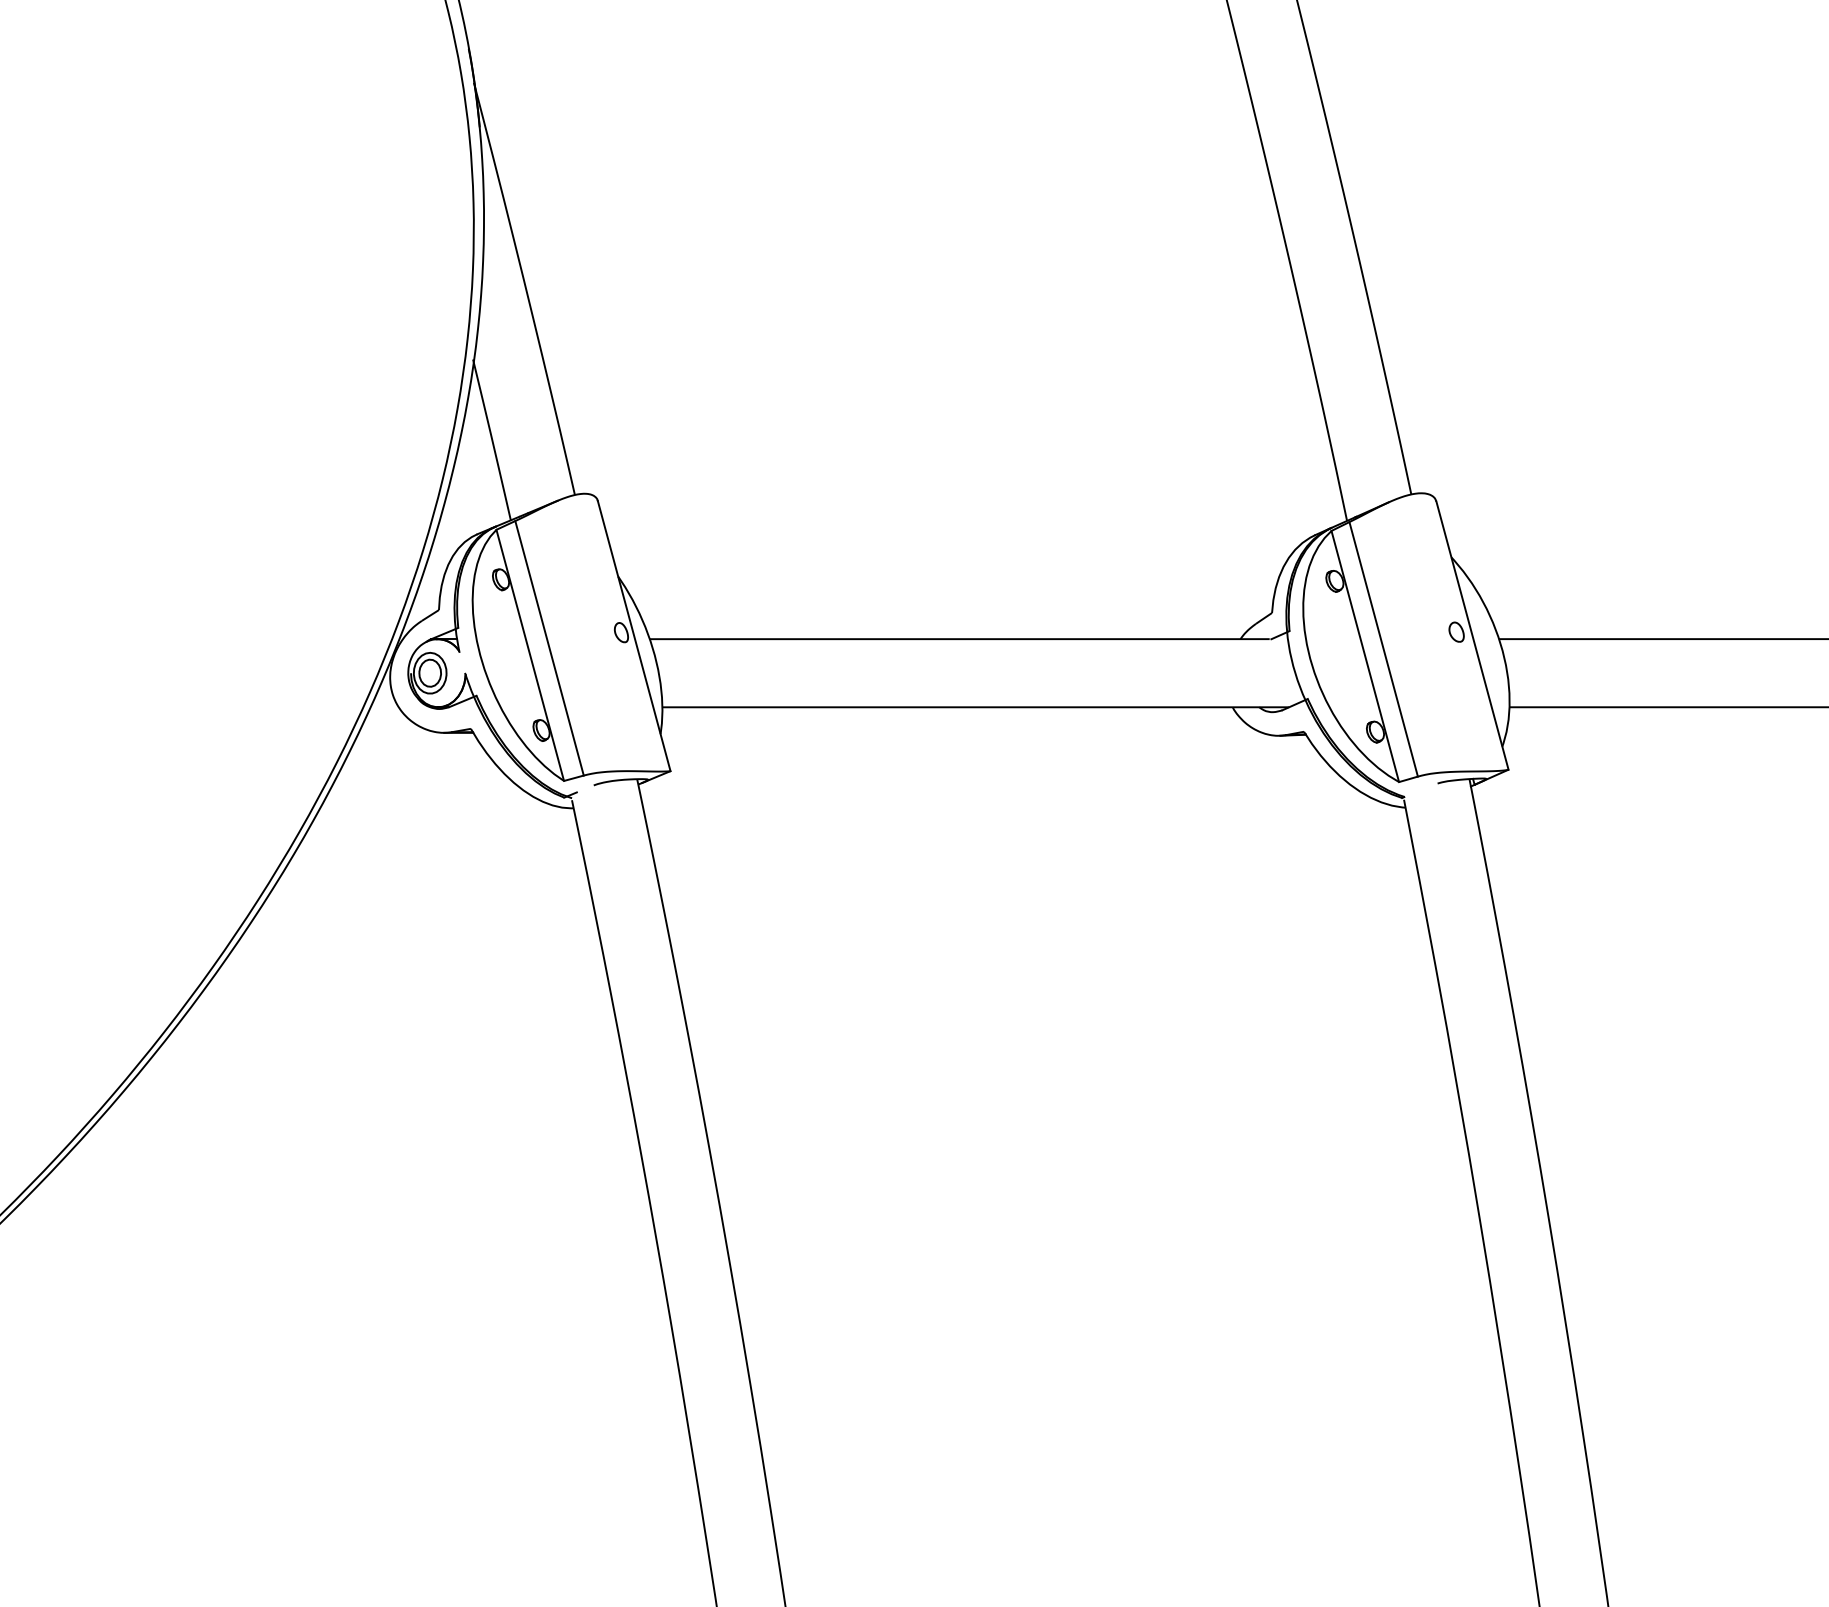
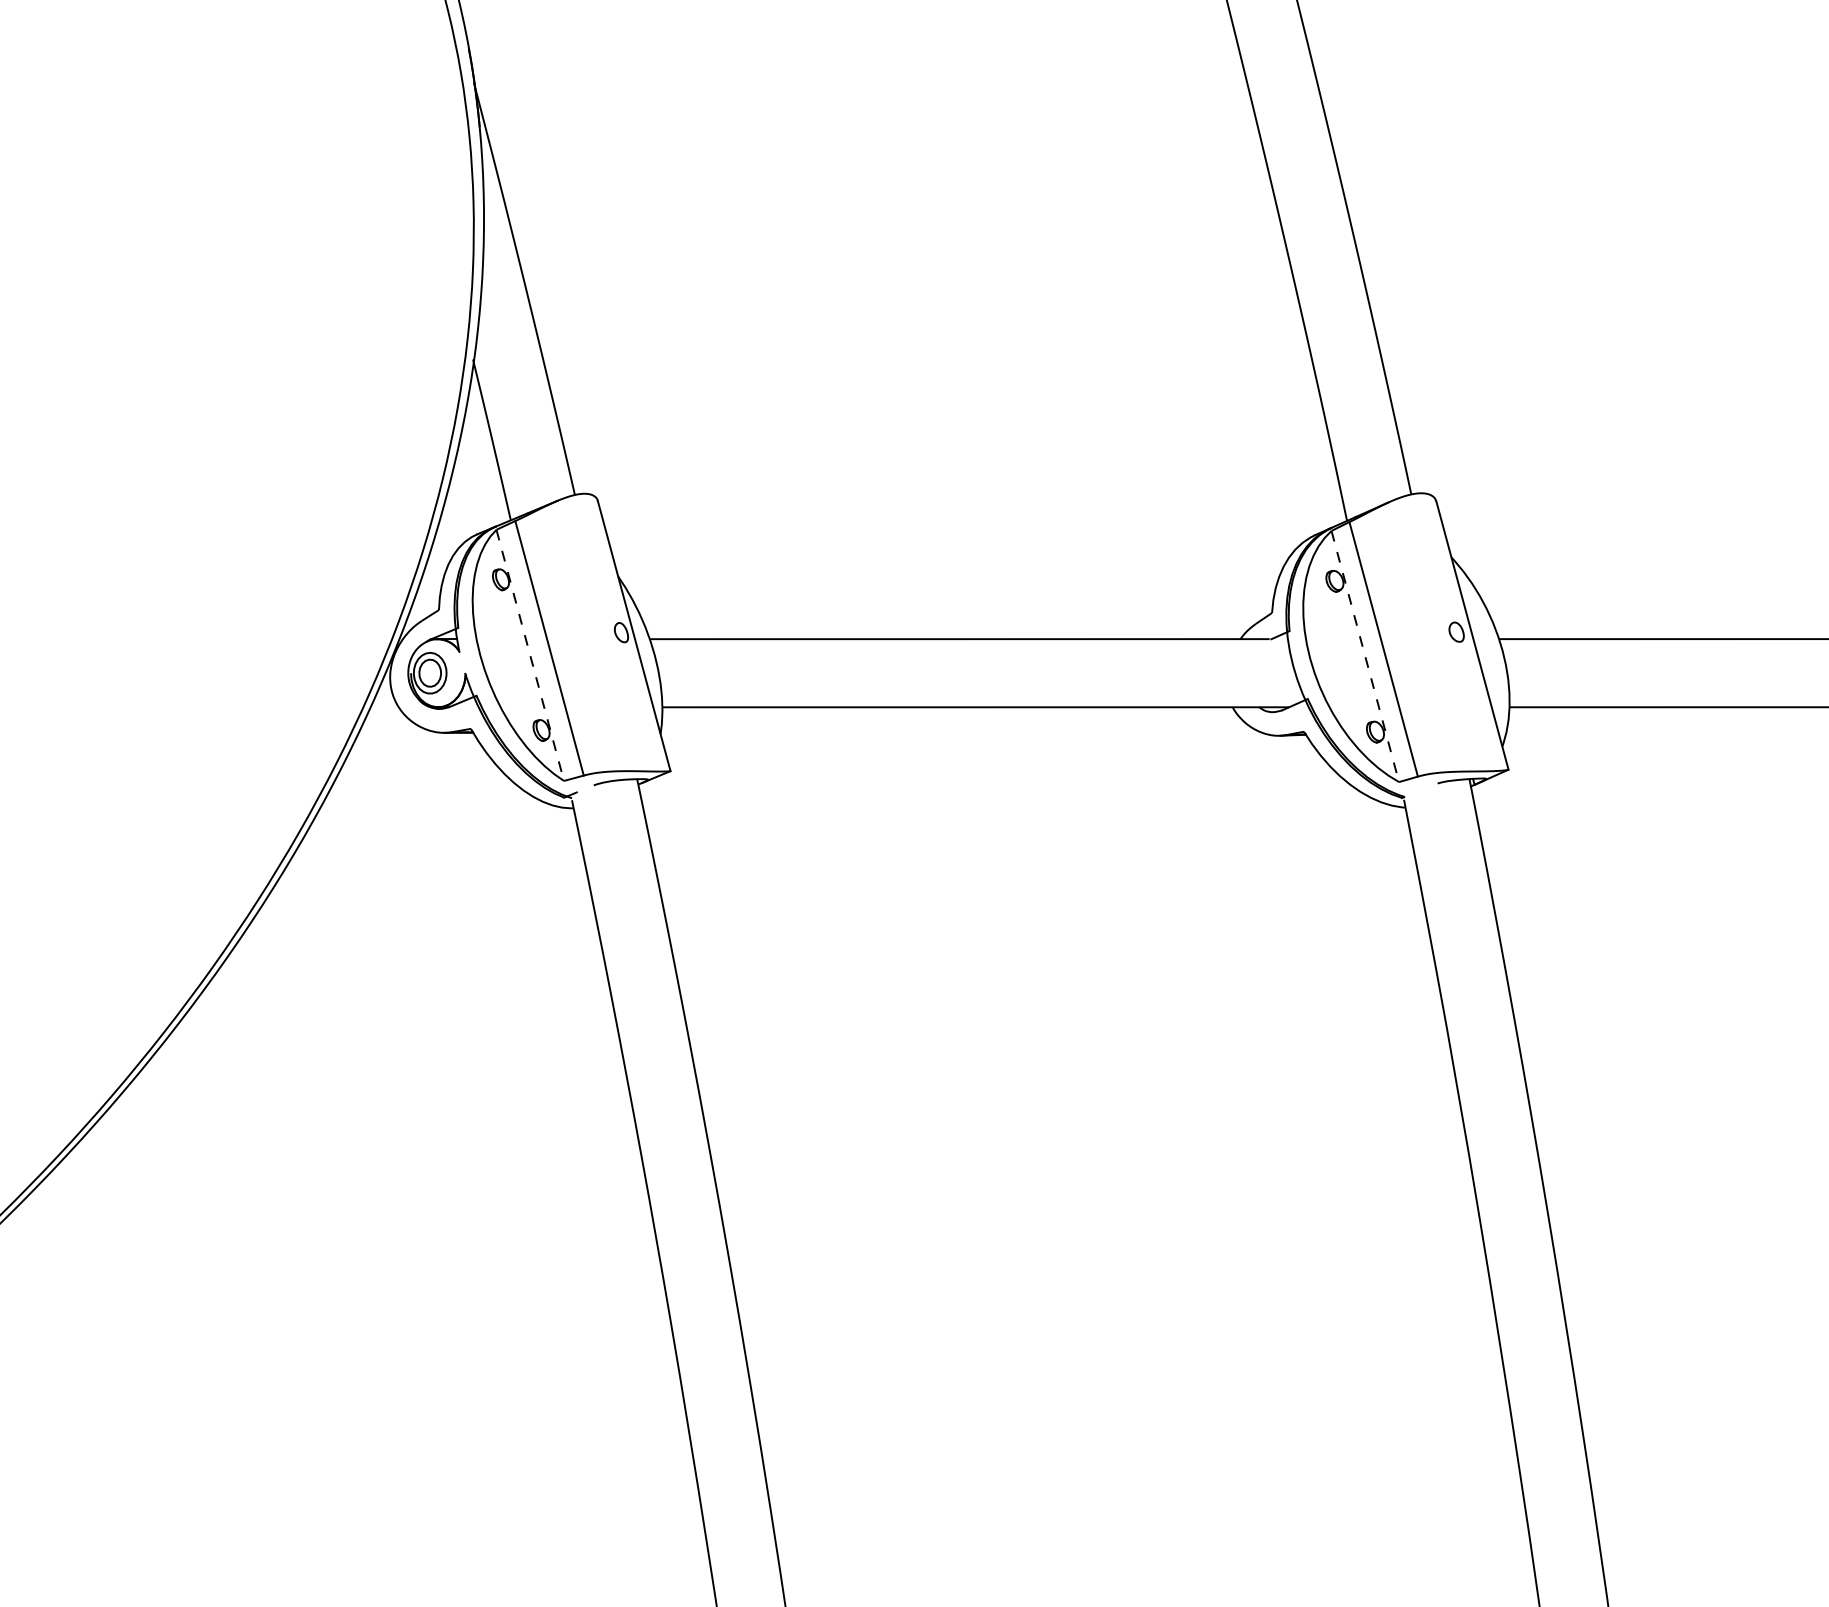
line at (530, 655): solid -> dashed
line at (1365, 657): solid -> dashed
